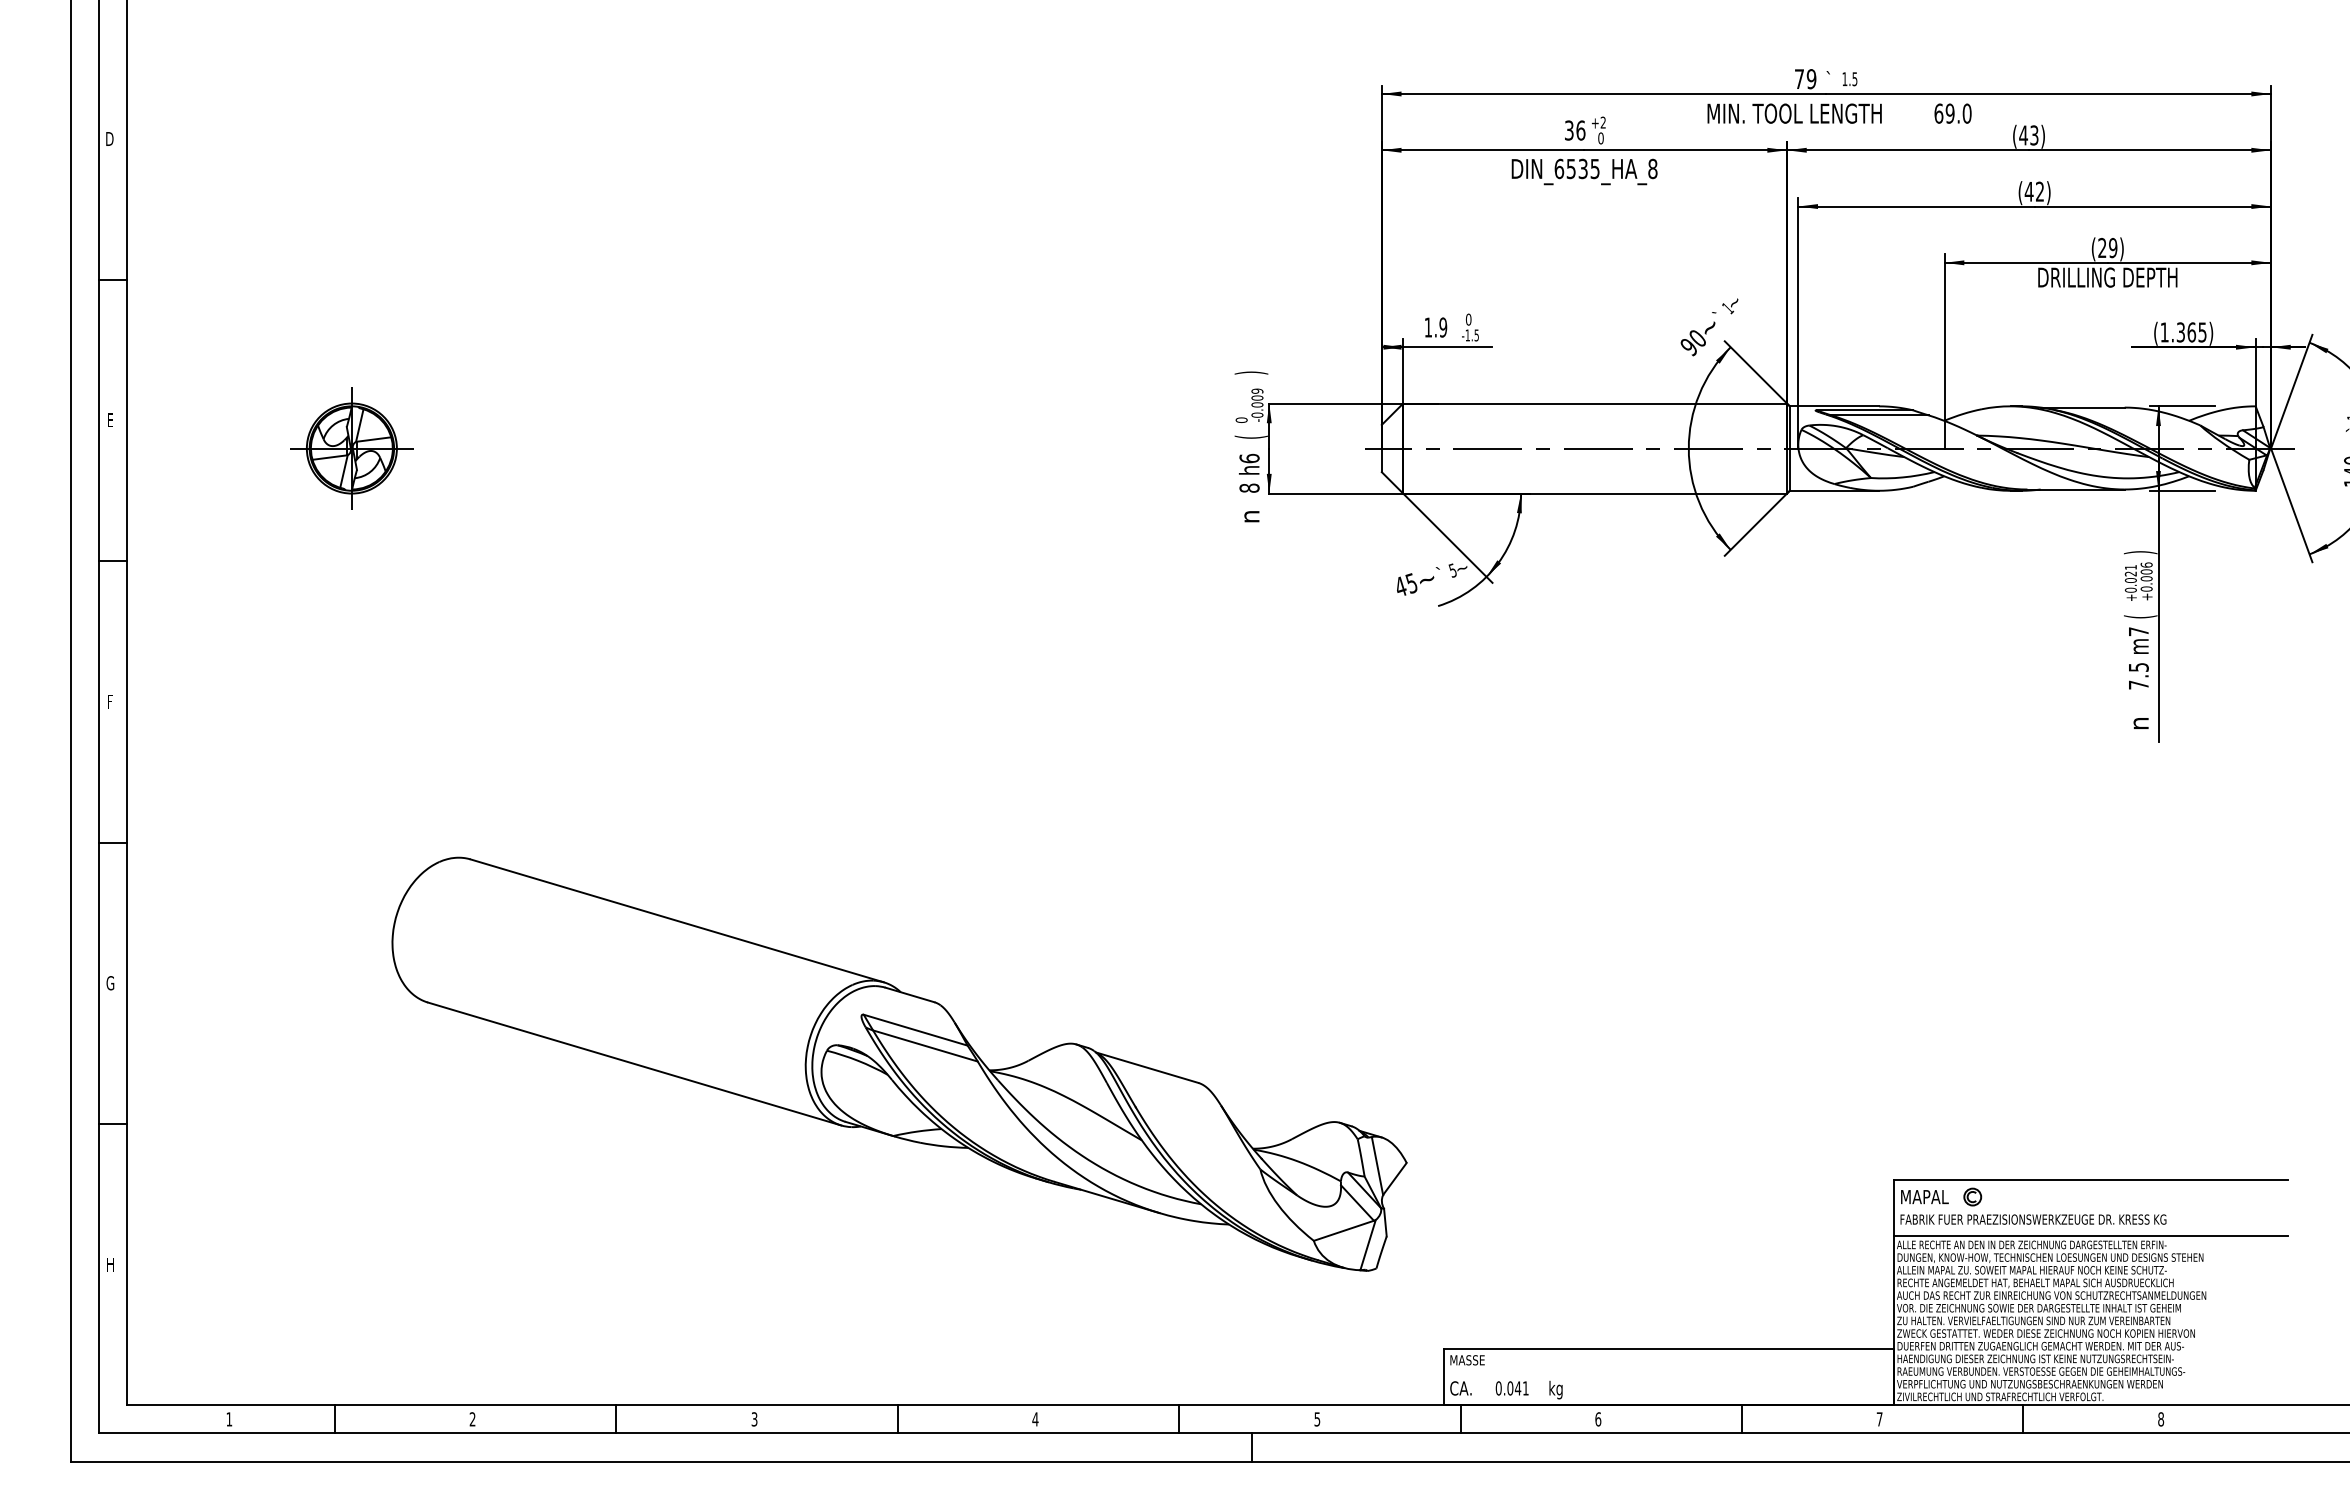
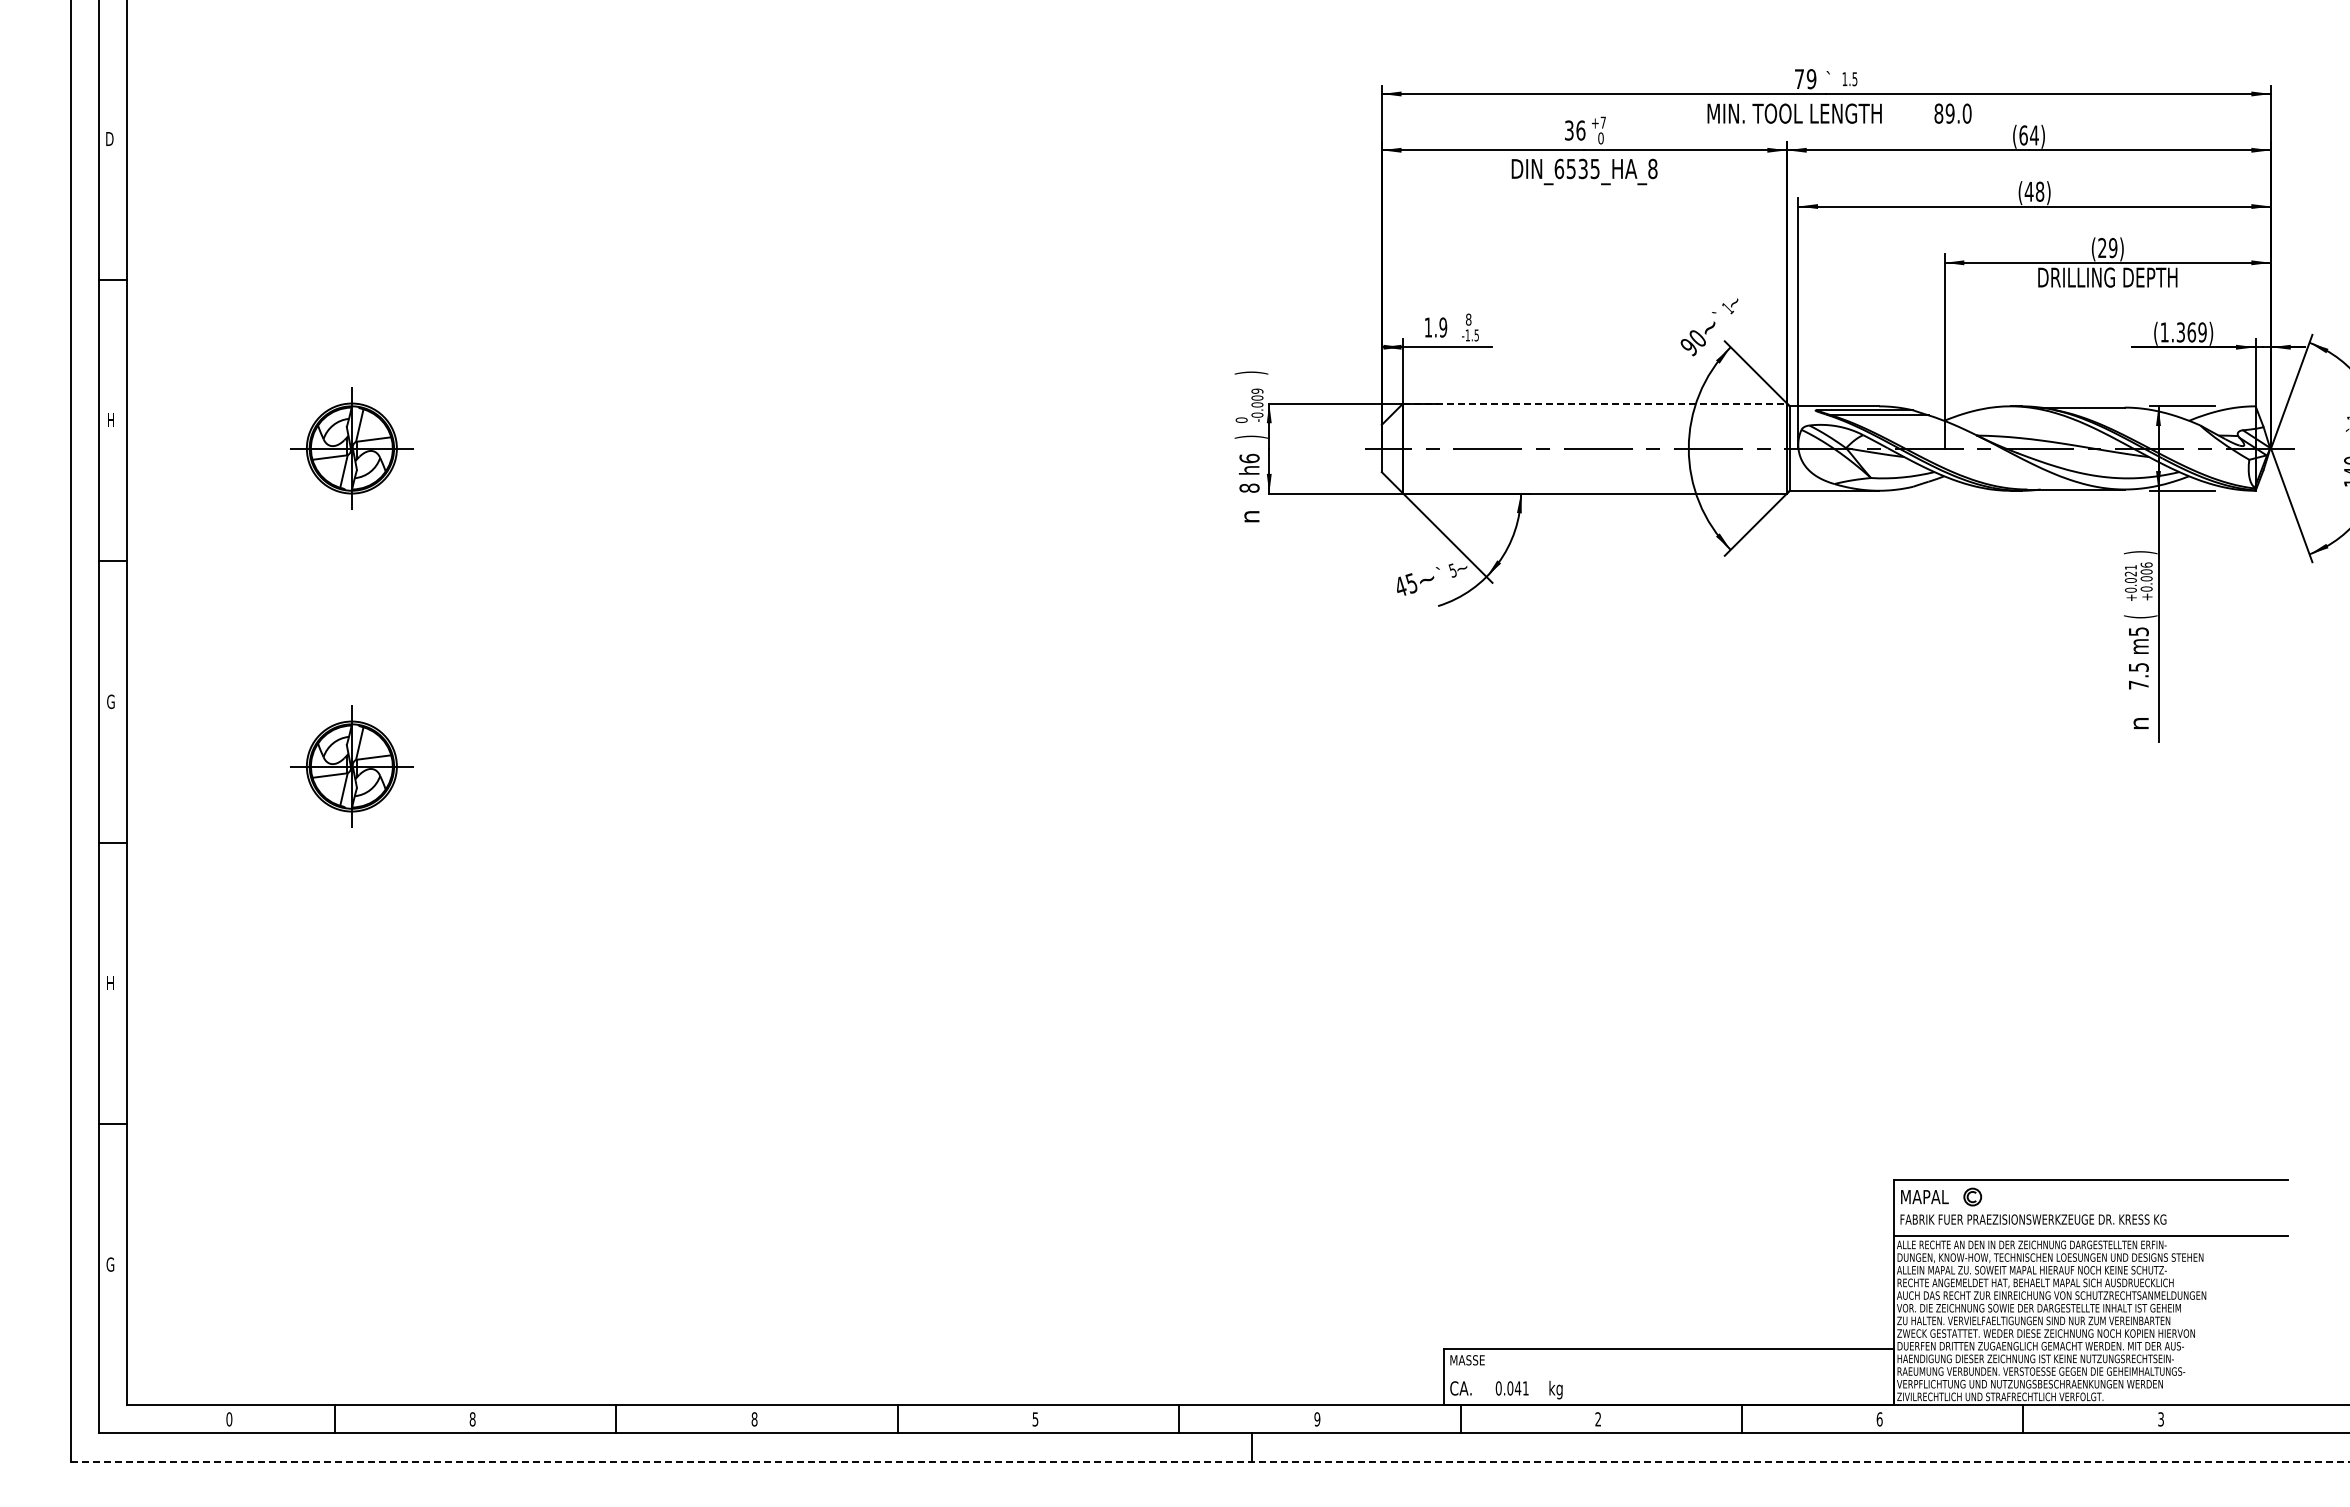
text at (1938, 113): 69.0 -> 89.0
text at (1602, 122): +2 -> +7
text at (2028, 135): (43) -> (64)
text at (2039, 191): (42) -> (48)
text at (1468, 319): 0 -> 8
text at (2202, 332): (1.365) -> (1.369)
line at (1595, 403): solid -> dashed
text at (111, 419): E -> H
text at (1250, 436): ( -> )
text at (2138, 631): m7 -> m5
text at (110, 701): F -> G
part at (351, 766): none -> present
text at (110, 983): G -> H
part at (899, 1063): present -> none
text at (110, 1264): H -> G
text at (229, 1419): 1 -> 0
text at (472, 1419): 2 -> 8
text at (754, 1419): 3 -> 8
text at (1035, 1419): 4 -> 5
text at (1317, 1419): 5 -> 9
text at (1598, 1419): 6 -> 2
text at (1879, 1419): 7 -> 6
text at (2161, 1419): 8 -> 3
line at (1210, 1461): solid -> dashed
